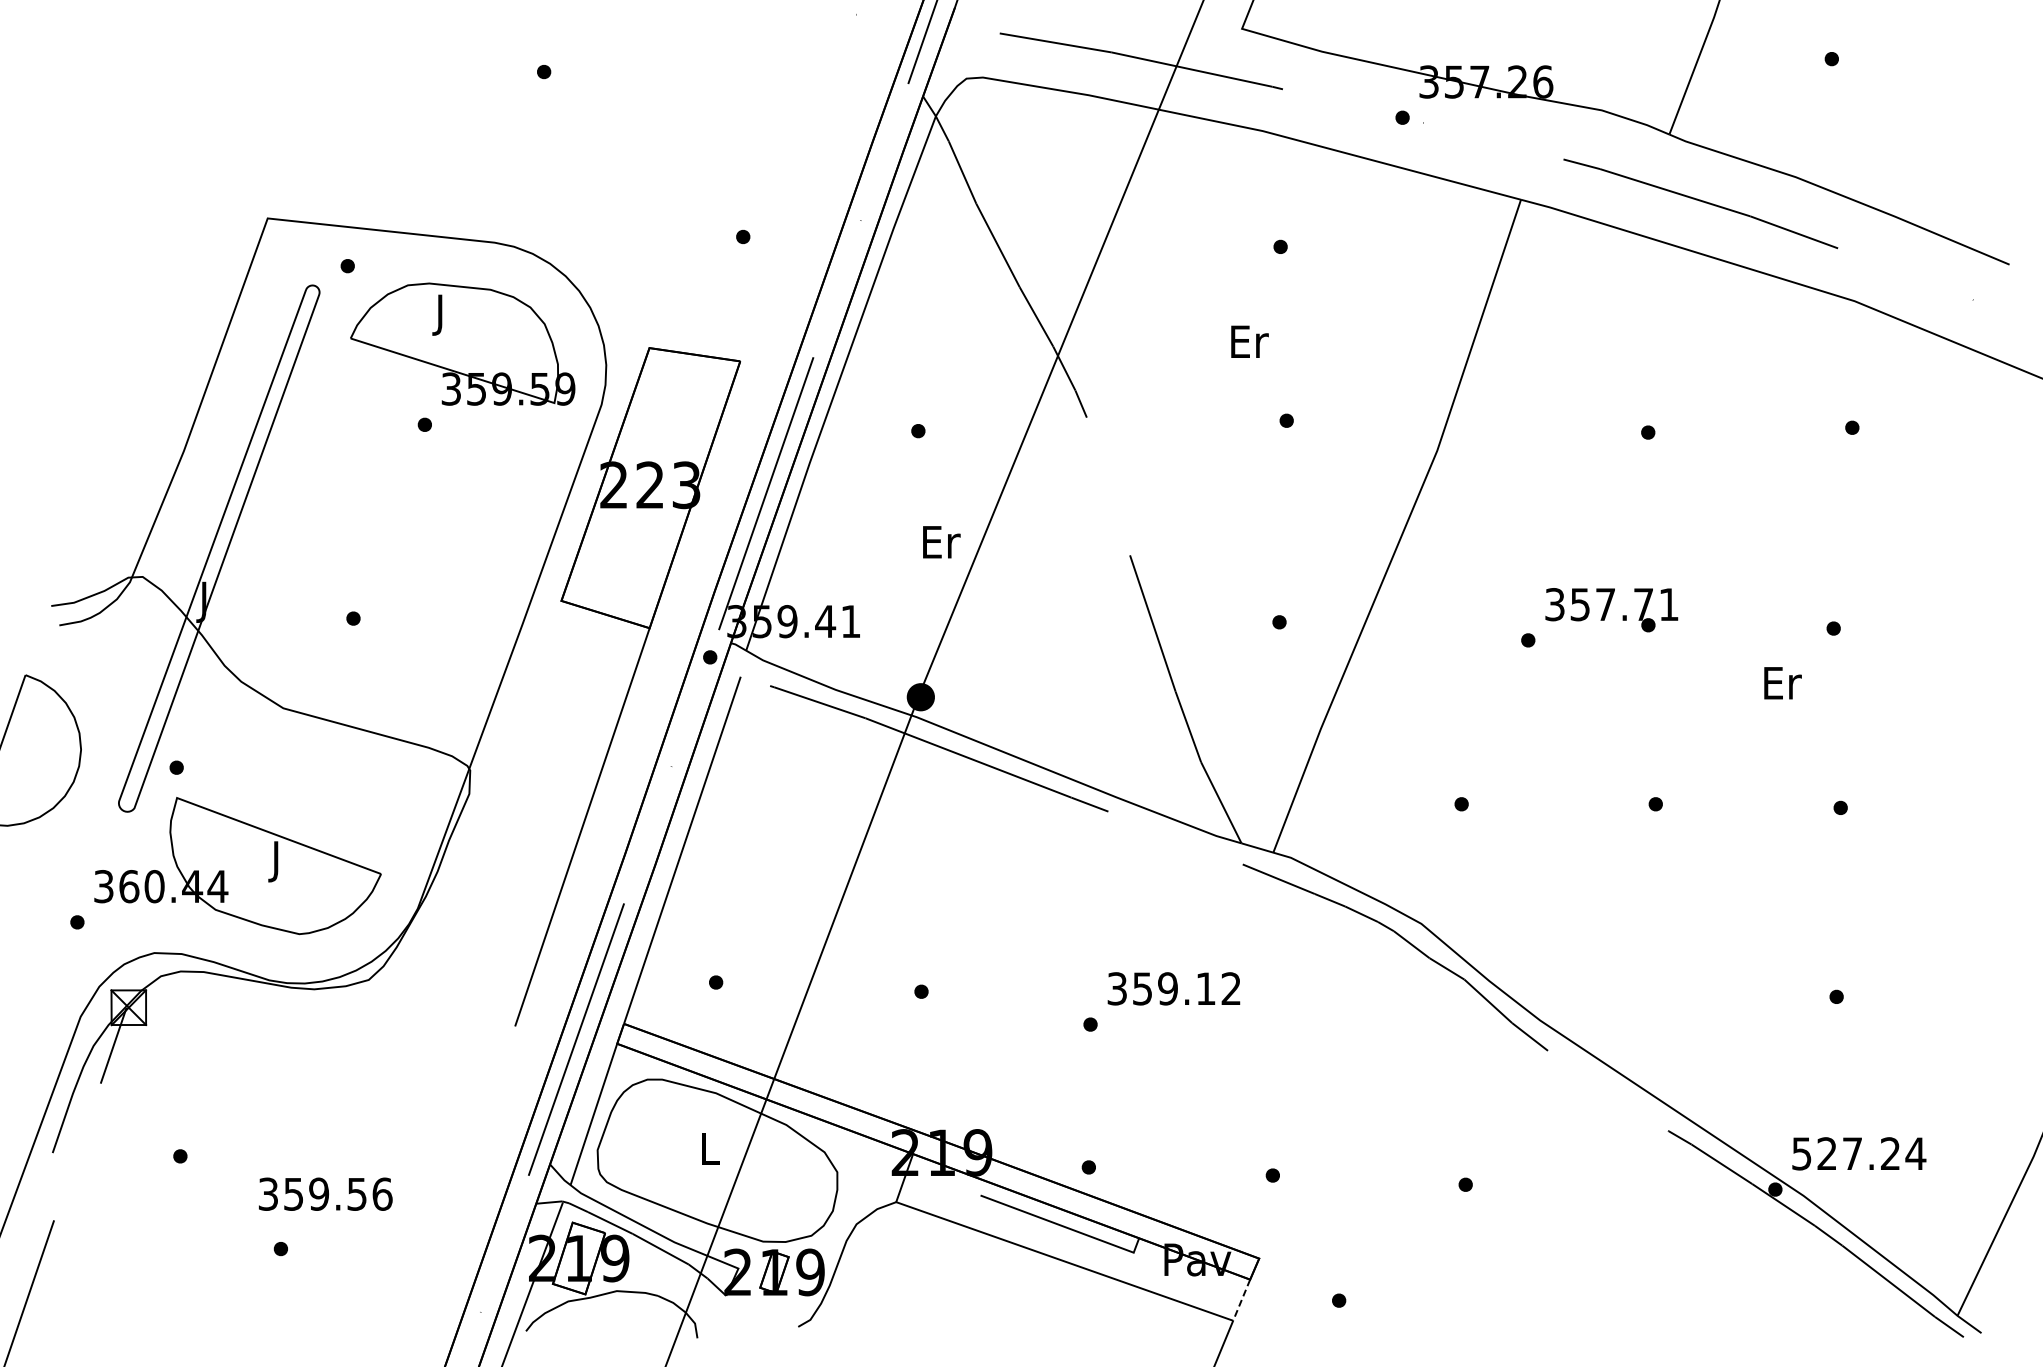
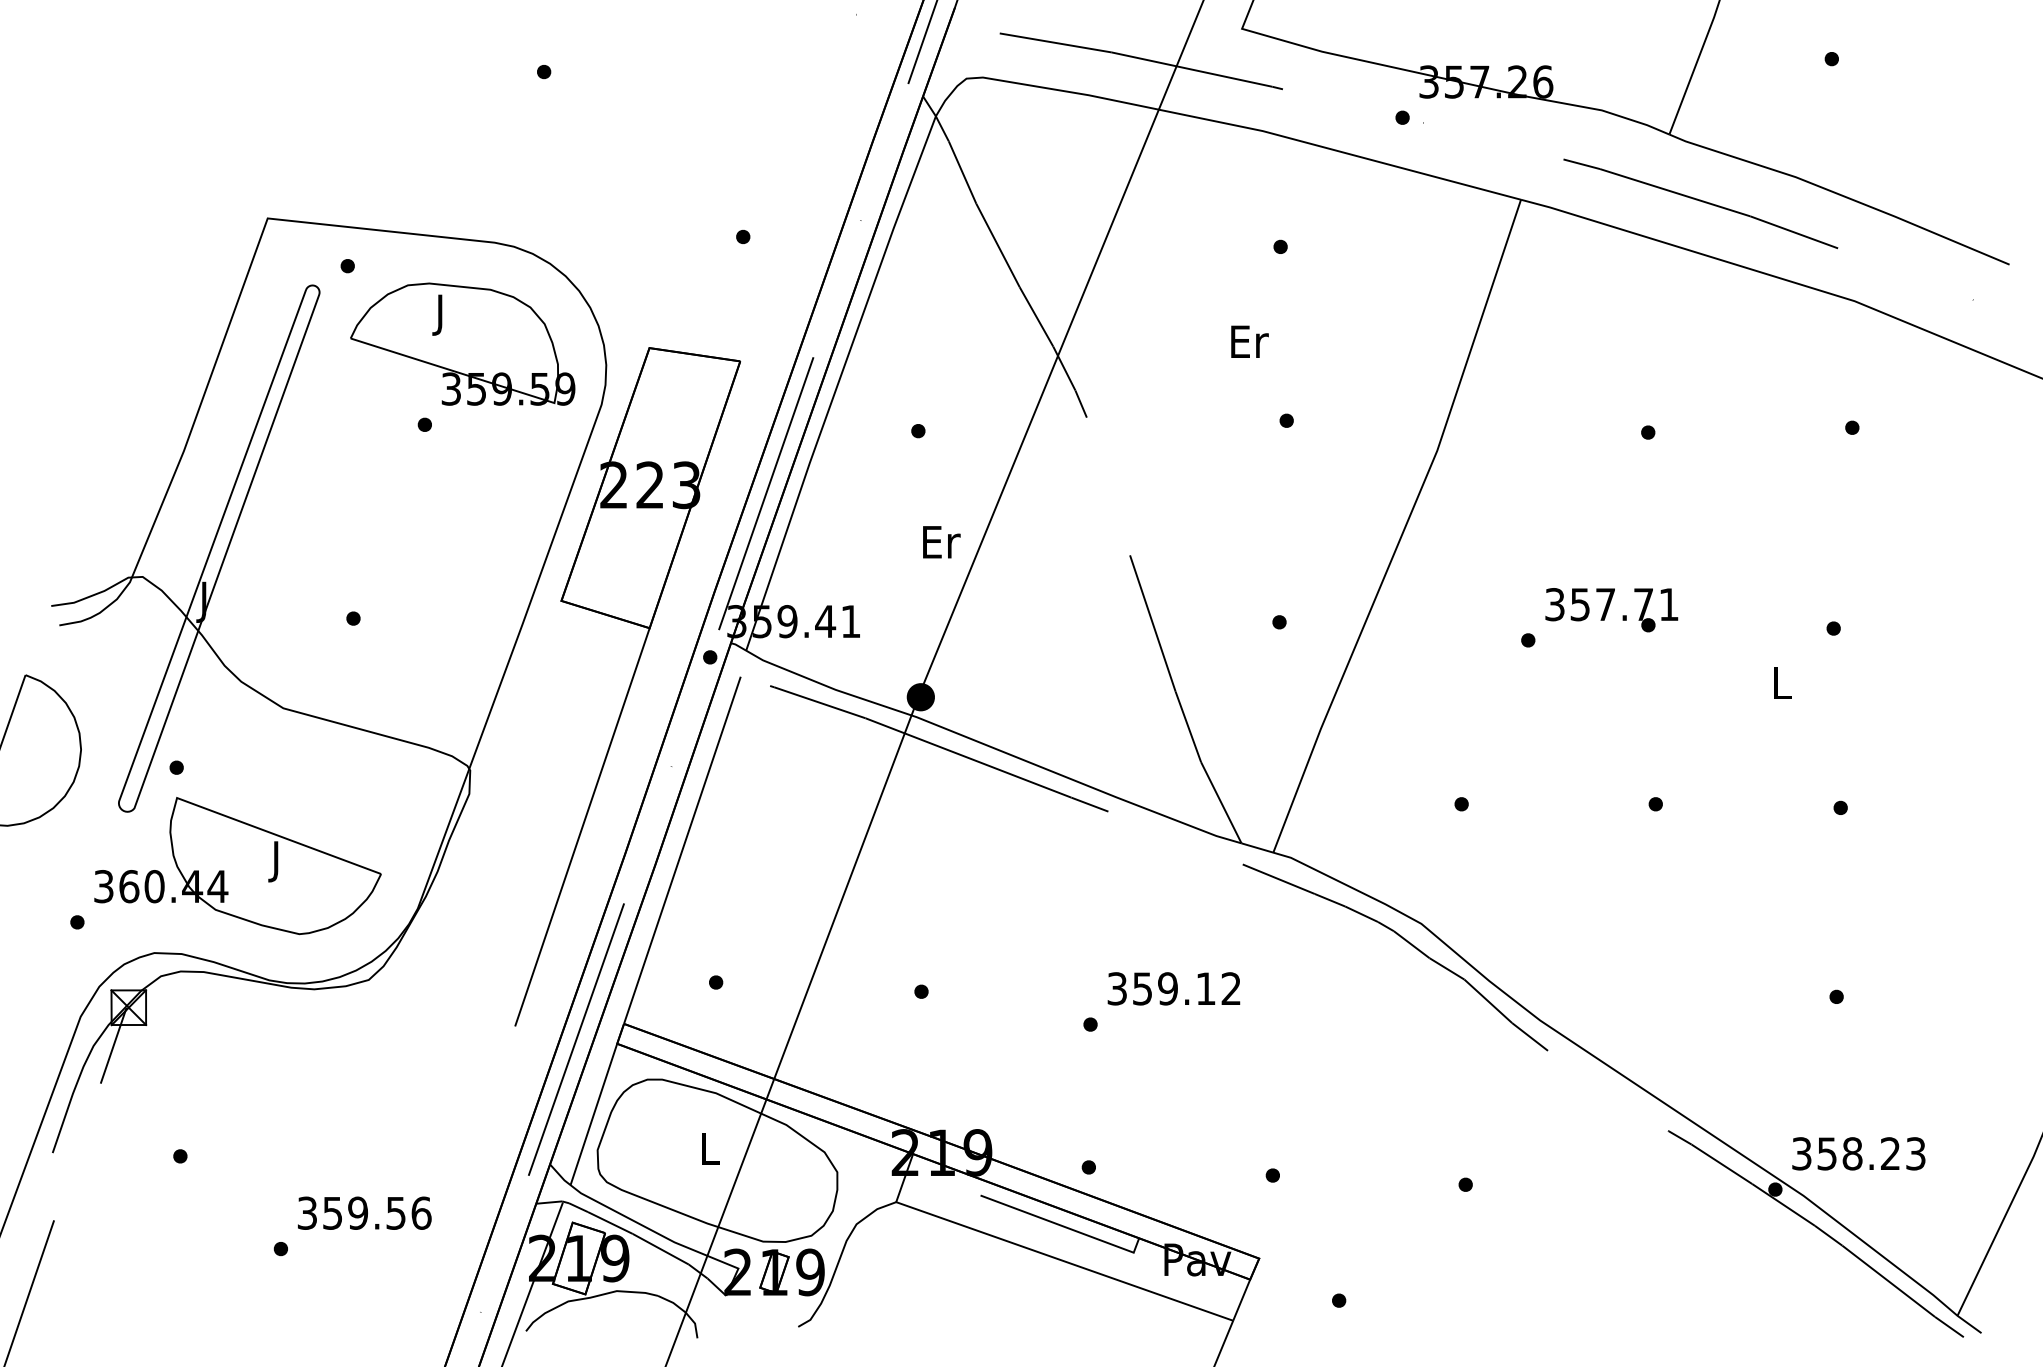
text at (1782, 683): Er -> L
text at (1859, 1153): 527.24 -> 358.23
text at (325, 1193) position: (325, 1193) -> (364, 1212)
line at (1241, 1300): dashed -> solid
